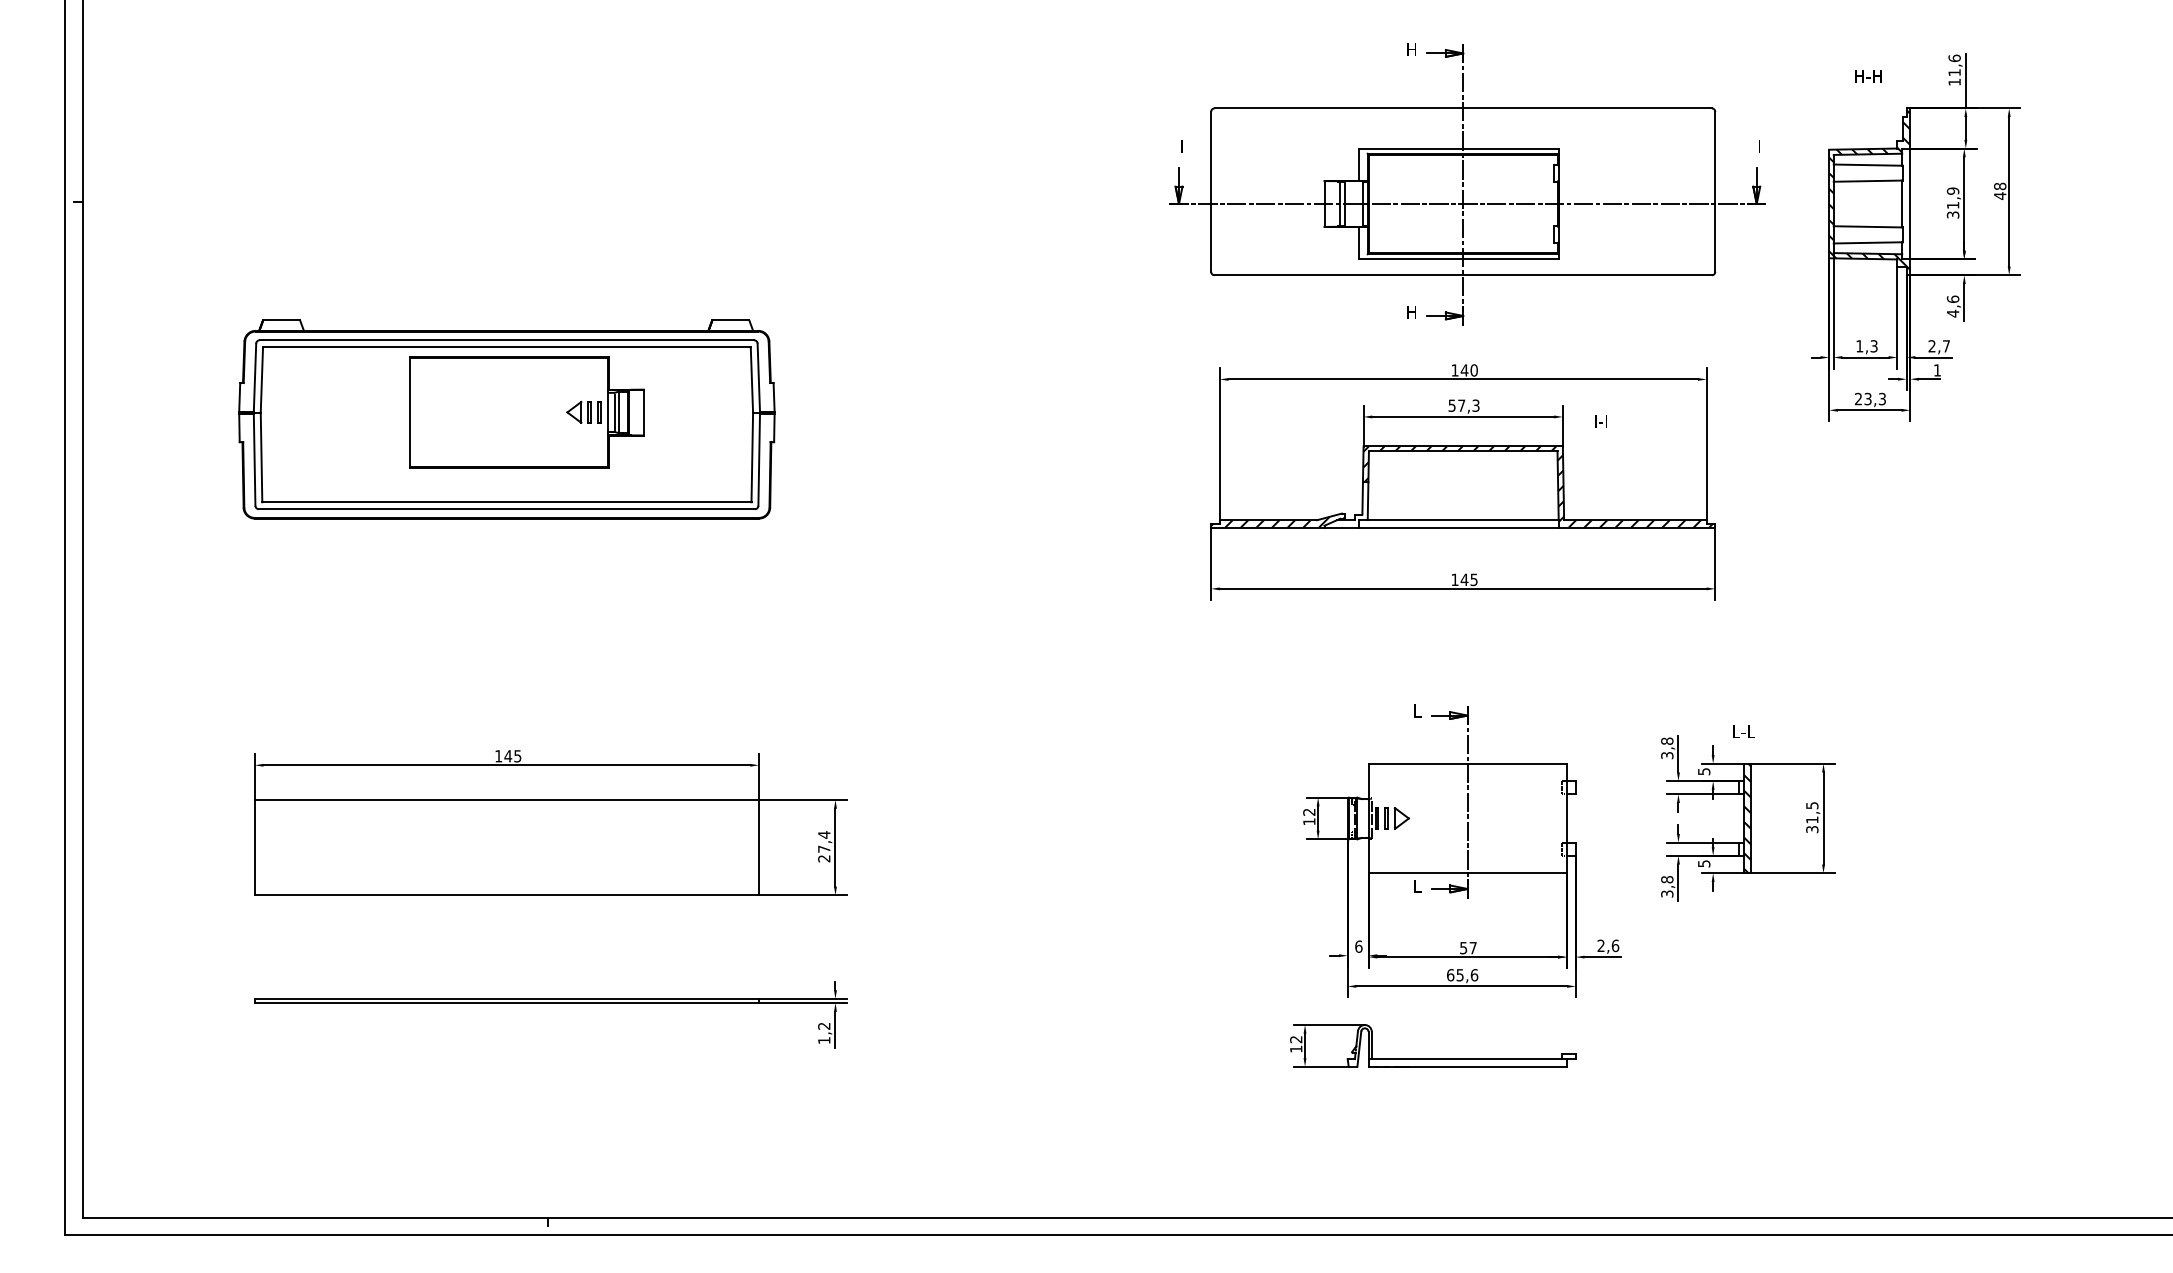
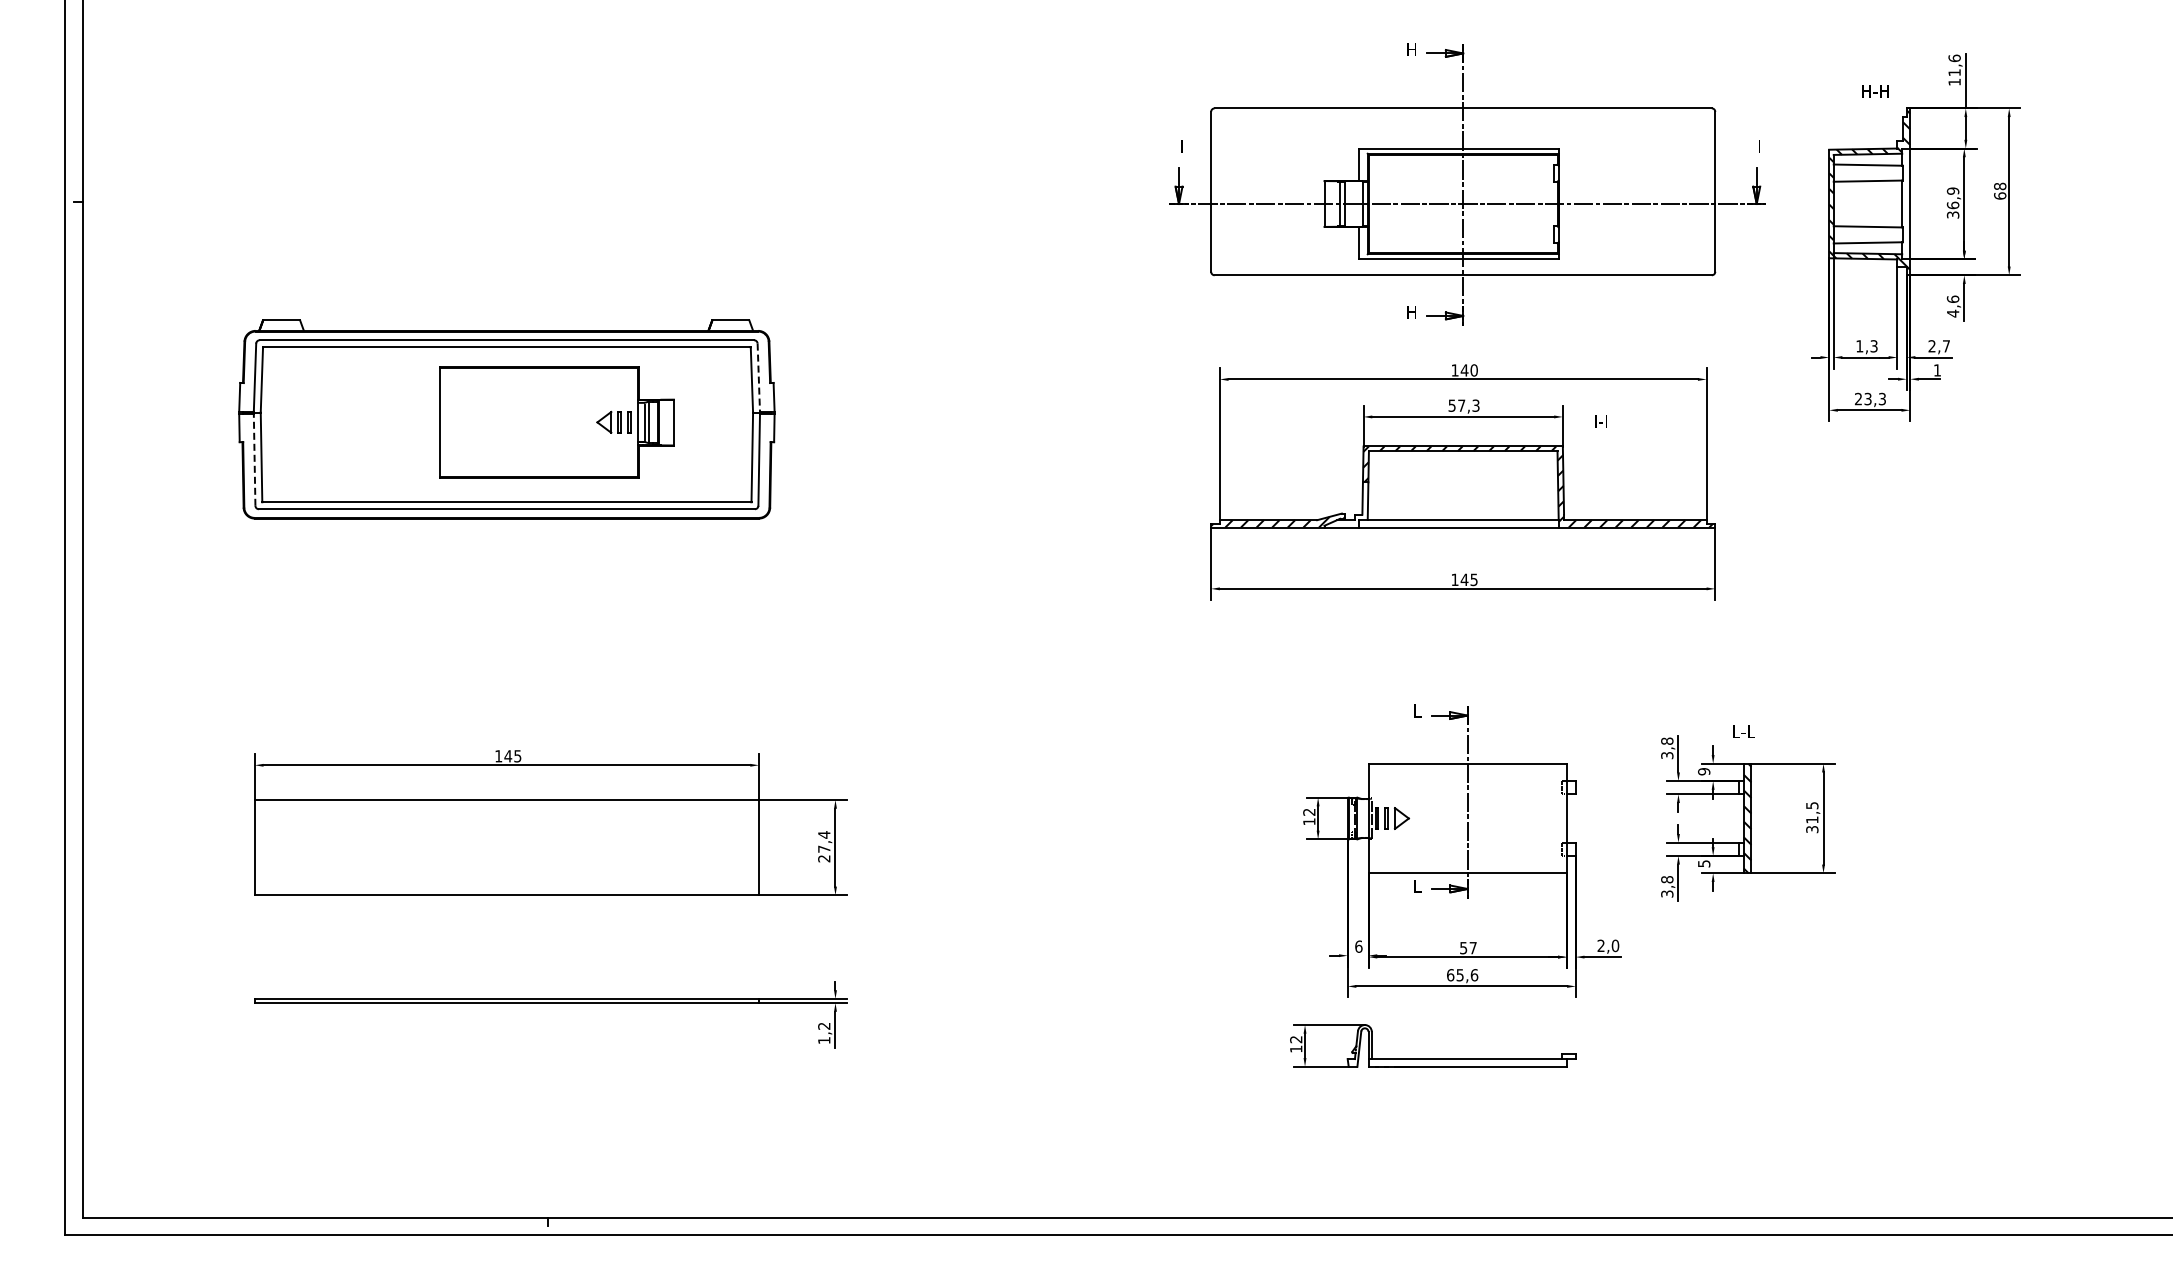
text at (1868, 76) position: (1868, 76) -> (1875, 91)
text at (2000, 195): 48 -> 68
text at (1952, 205): 31,9 -> 36,9
line at (758, 377): solid -> dashed
part at (526, 412) position: (526, 412) -> (556, 422)
line at (254, 459): solid -> dashed
text at (1703, 771): 5 -> 9
text at (1615, 945): 2,6 -> 2,0
